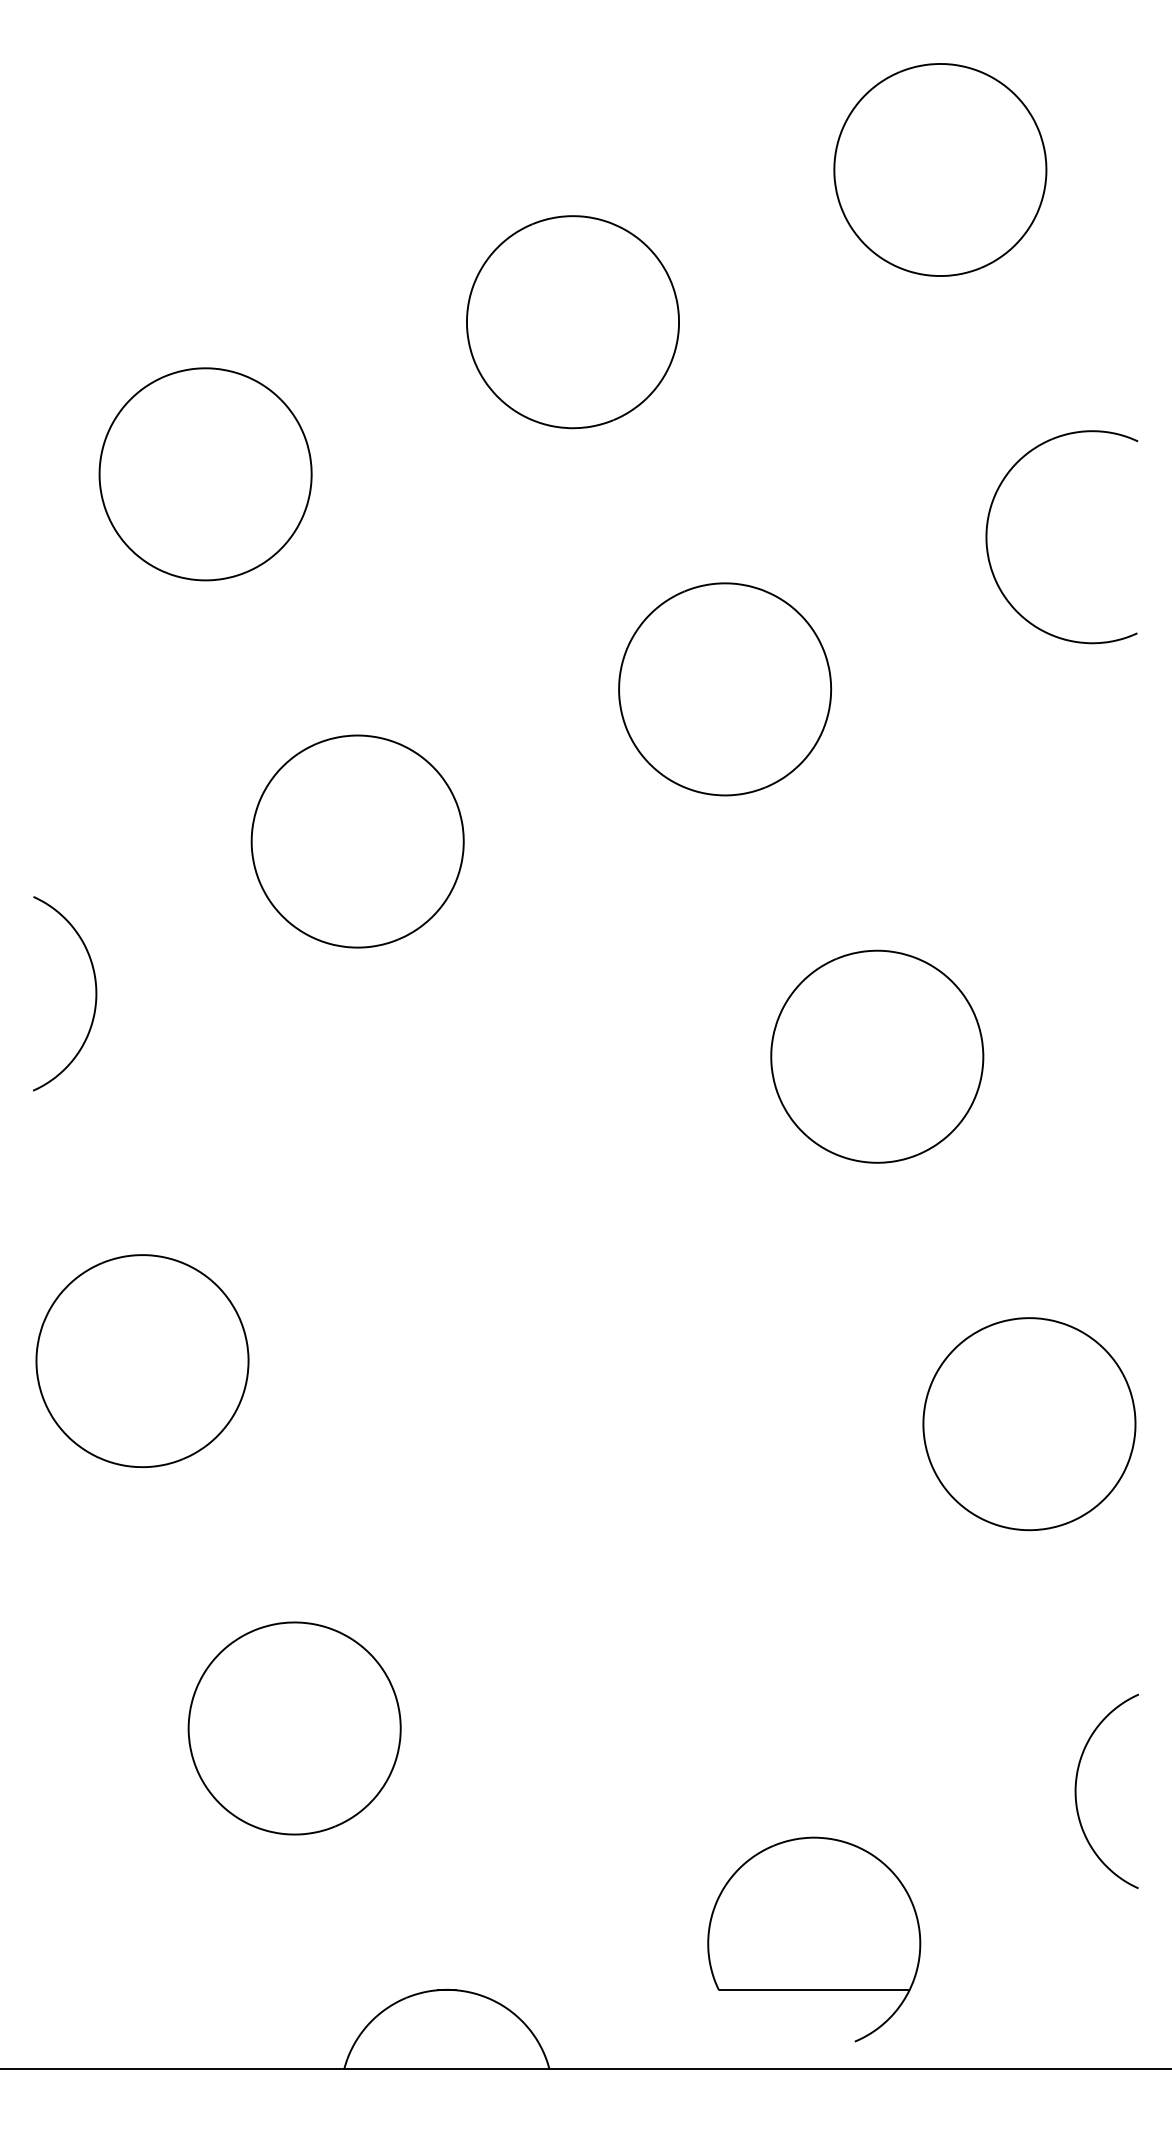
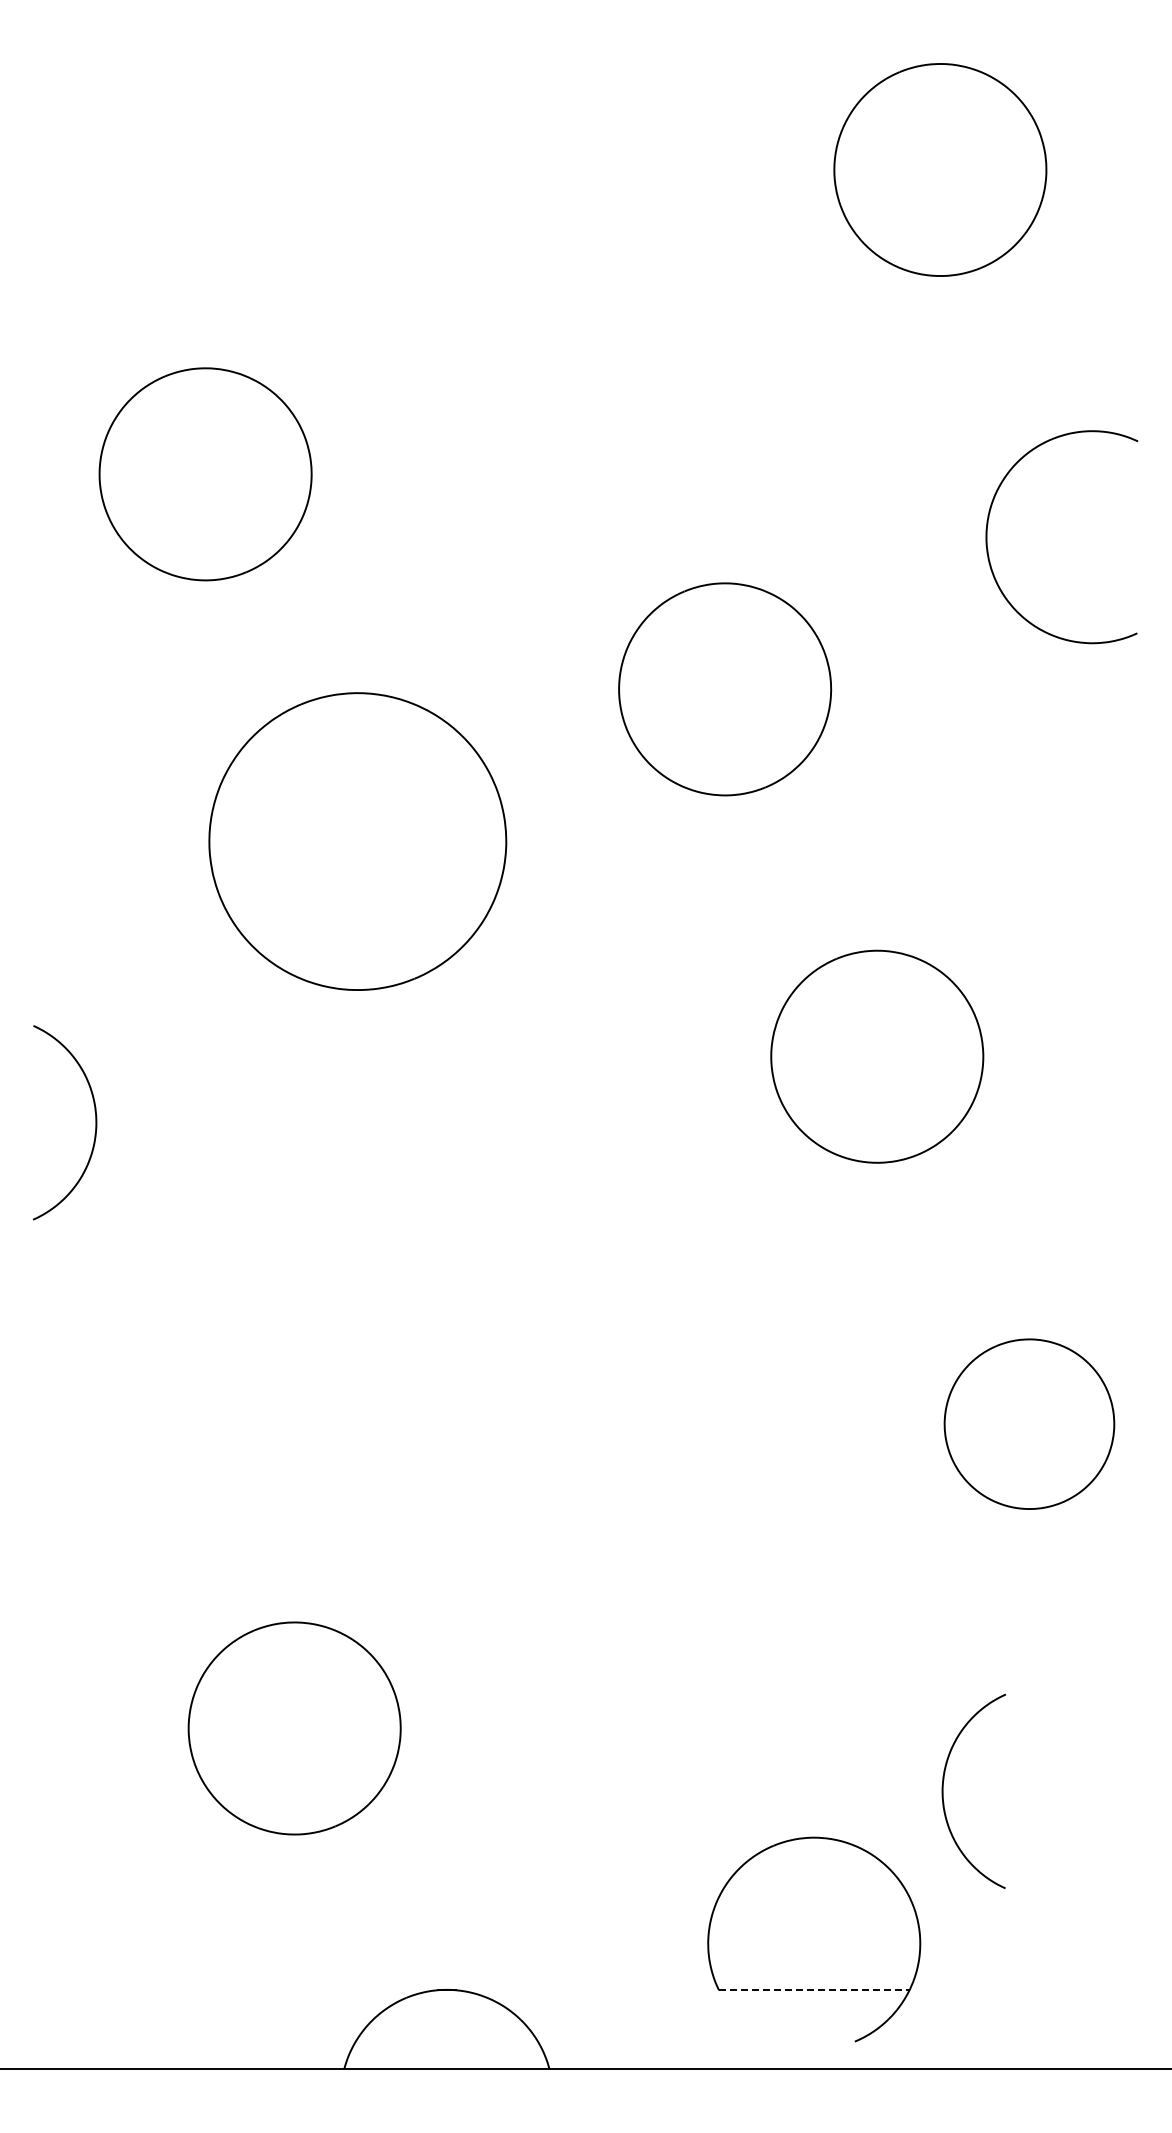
part at (572, 322): present -> none
part at (357, 841) size: 215x215 px -> 300x299 px
curve at (95, 993) position: (95, 993) -> (95, 1122)
part at (142, 1360): present -> none
part at (1029, 1424) size: 215x215 px -> 173x172 px
curve at (1076, 1790) position: (1076, 1790) -> (943, 1790)
line at (814, 1990): solid -> dashed
